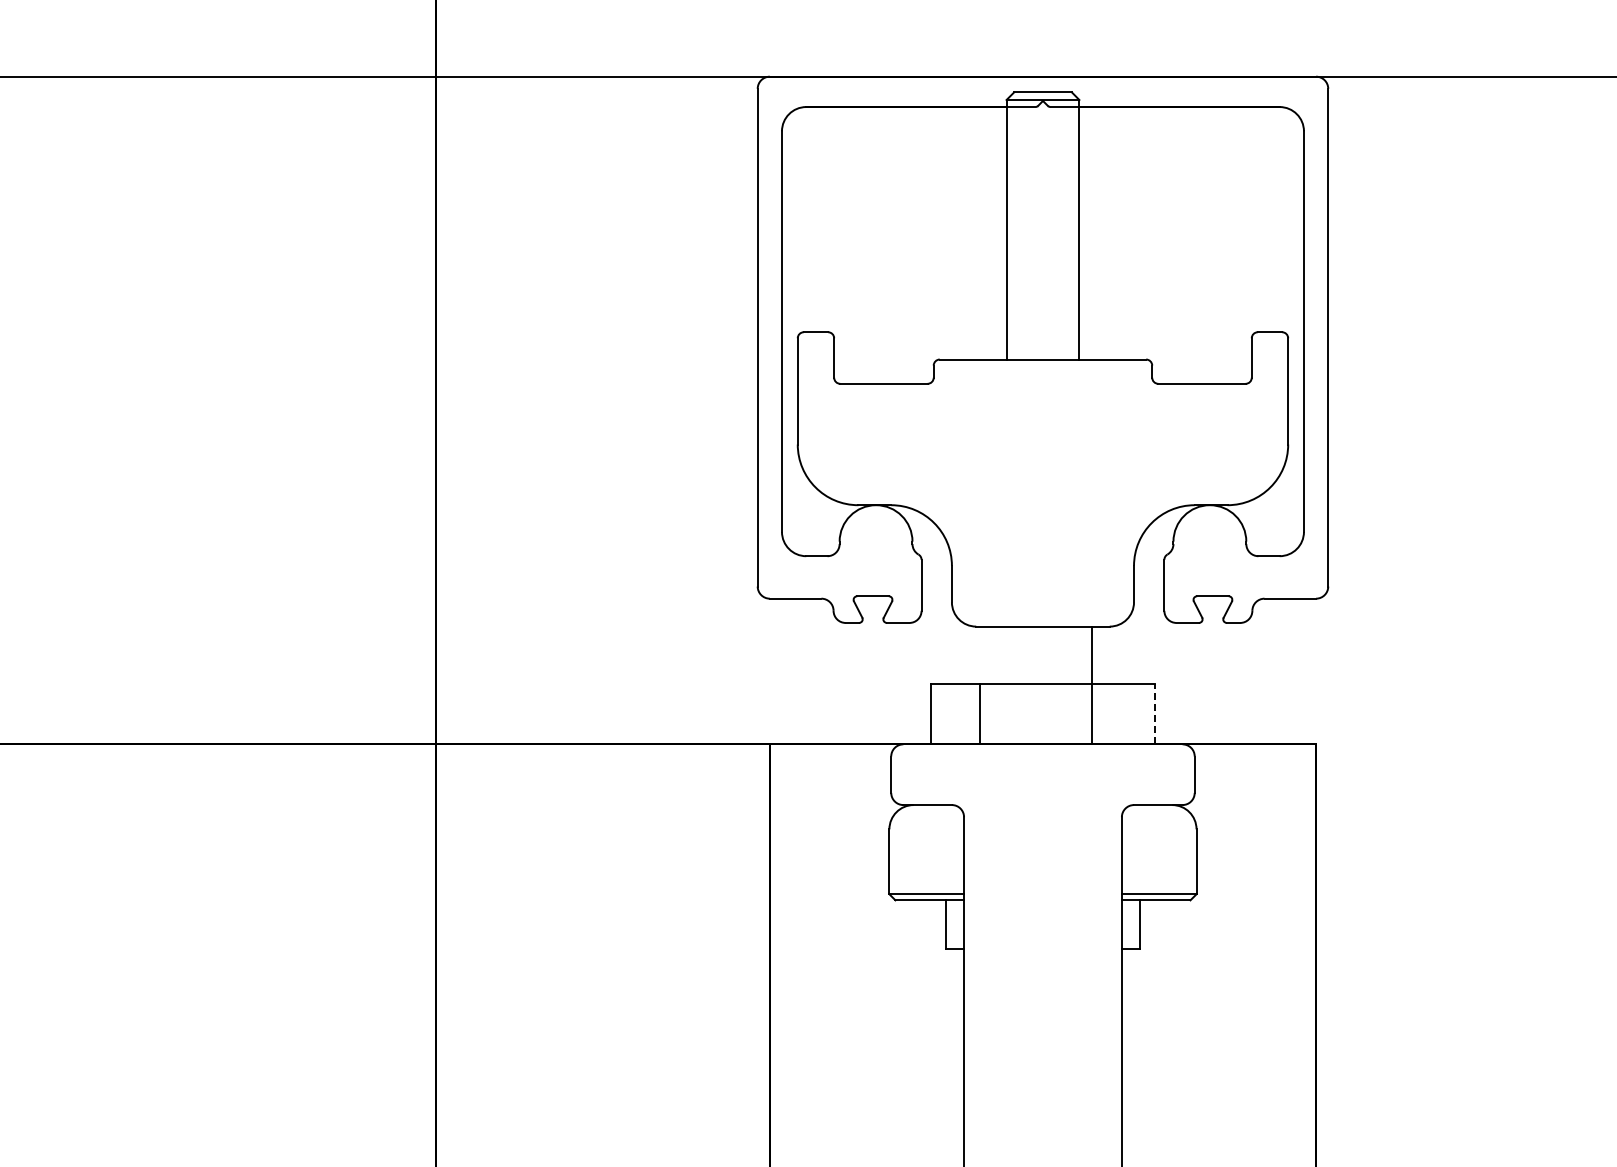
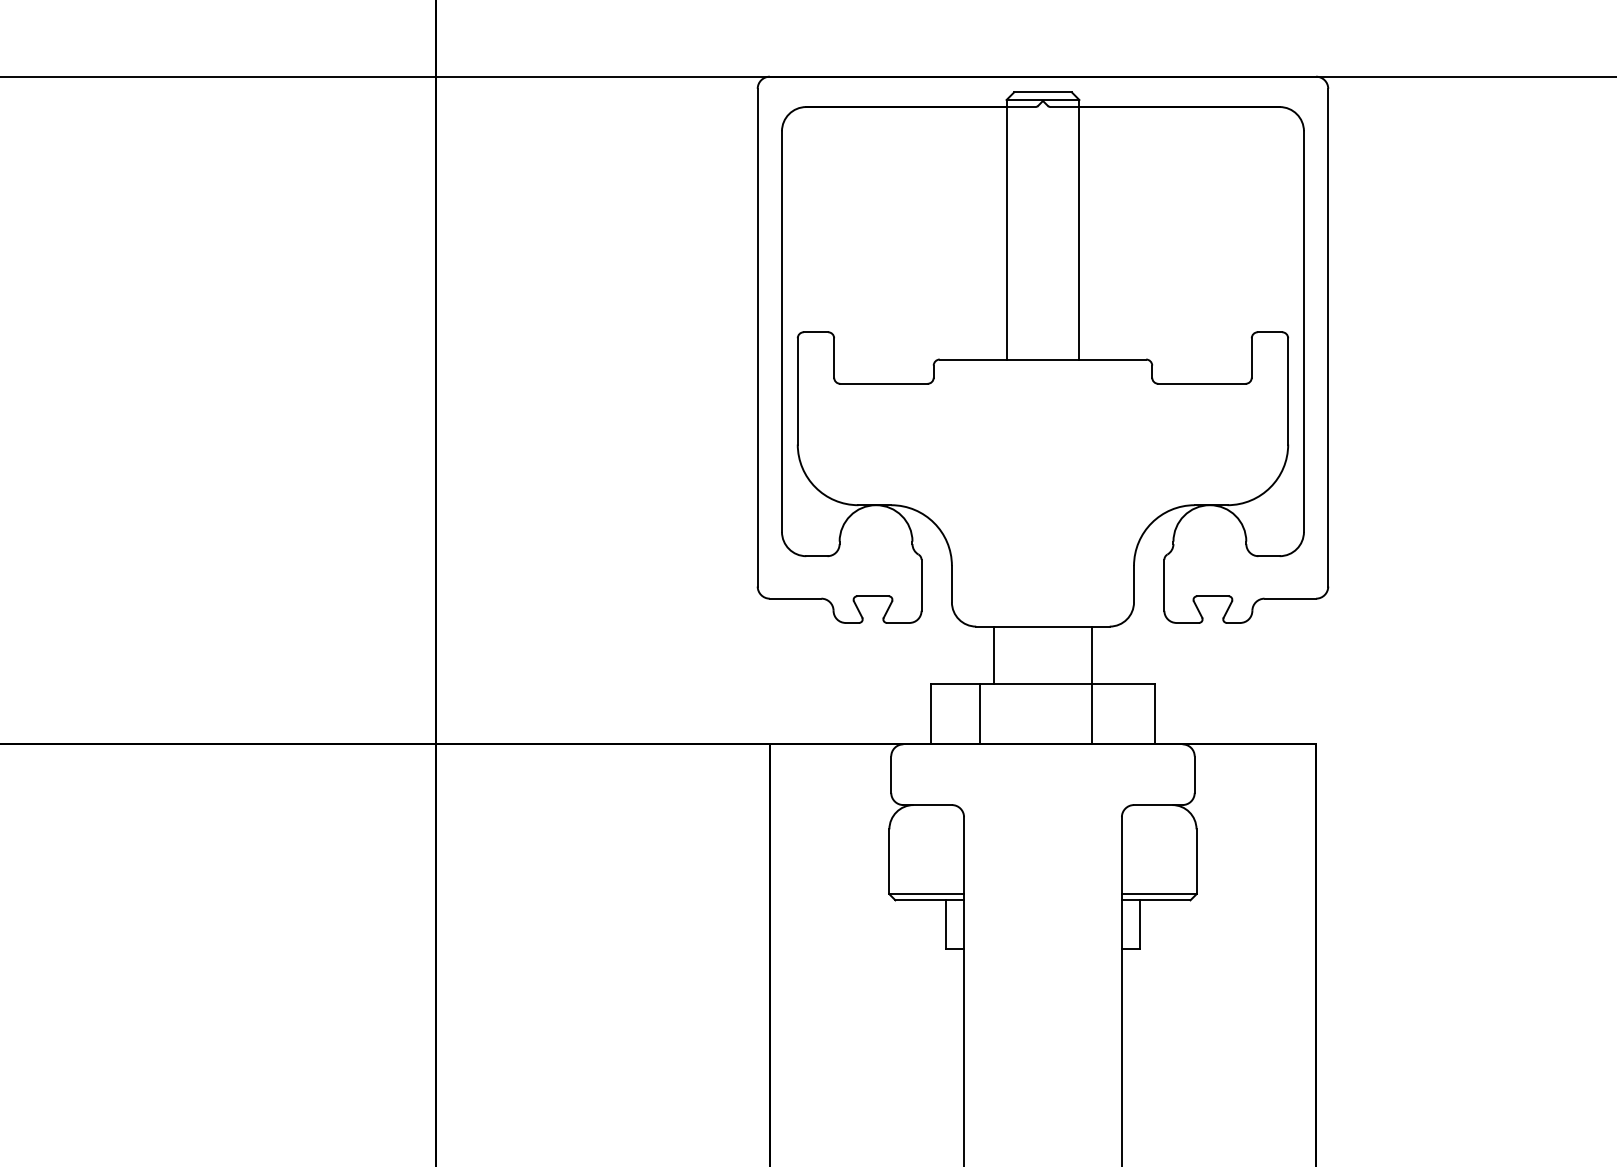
line at (994, 654): none -> present
line at (1154, 713): dashed -> solid
